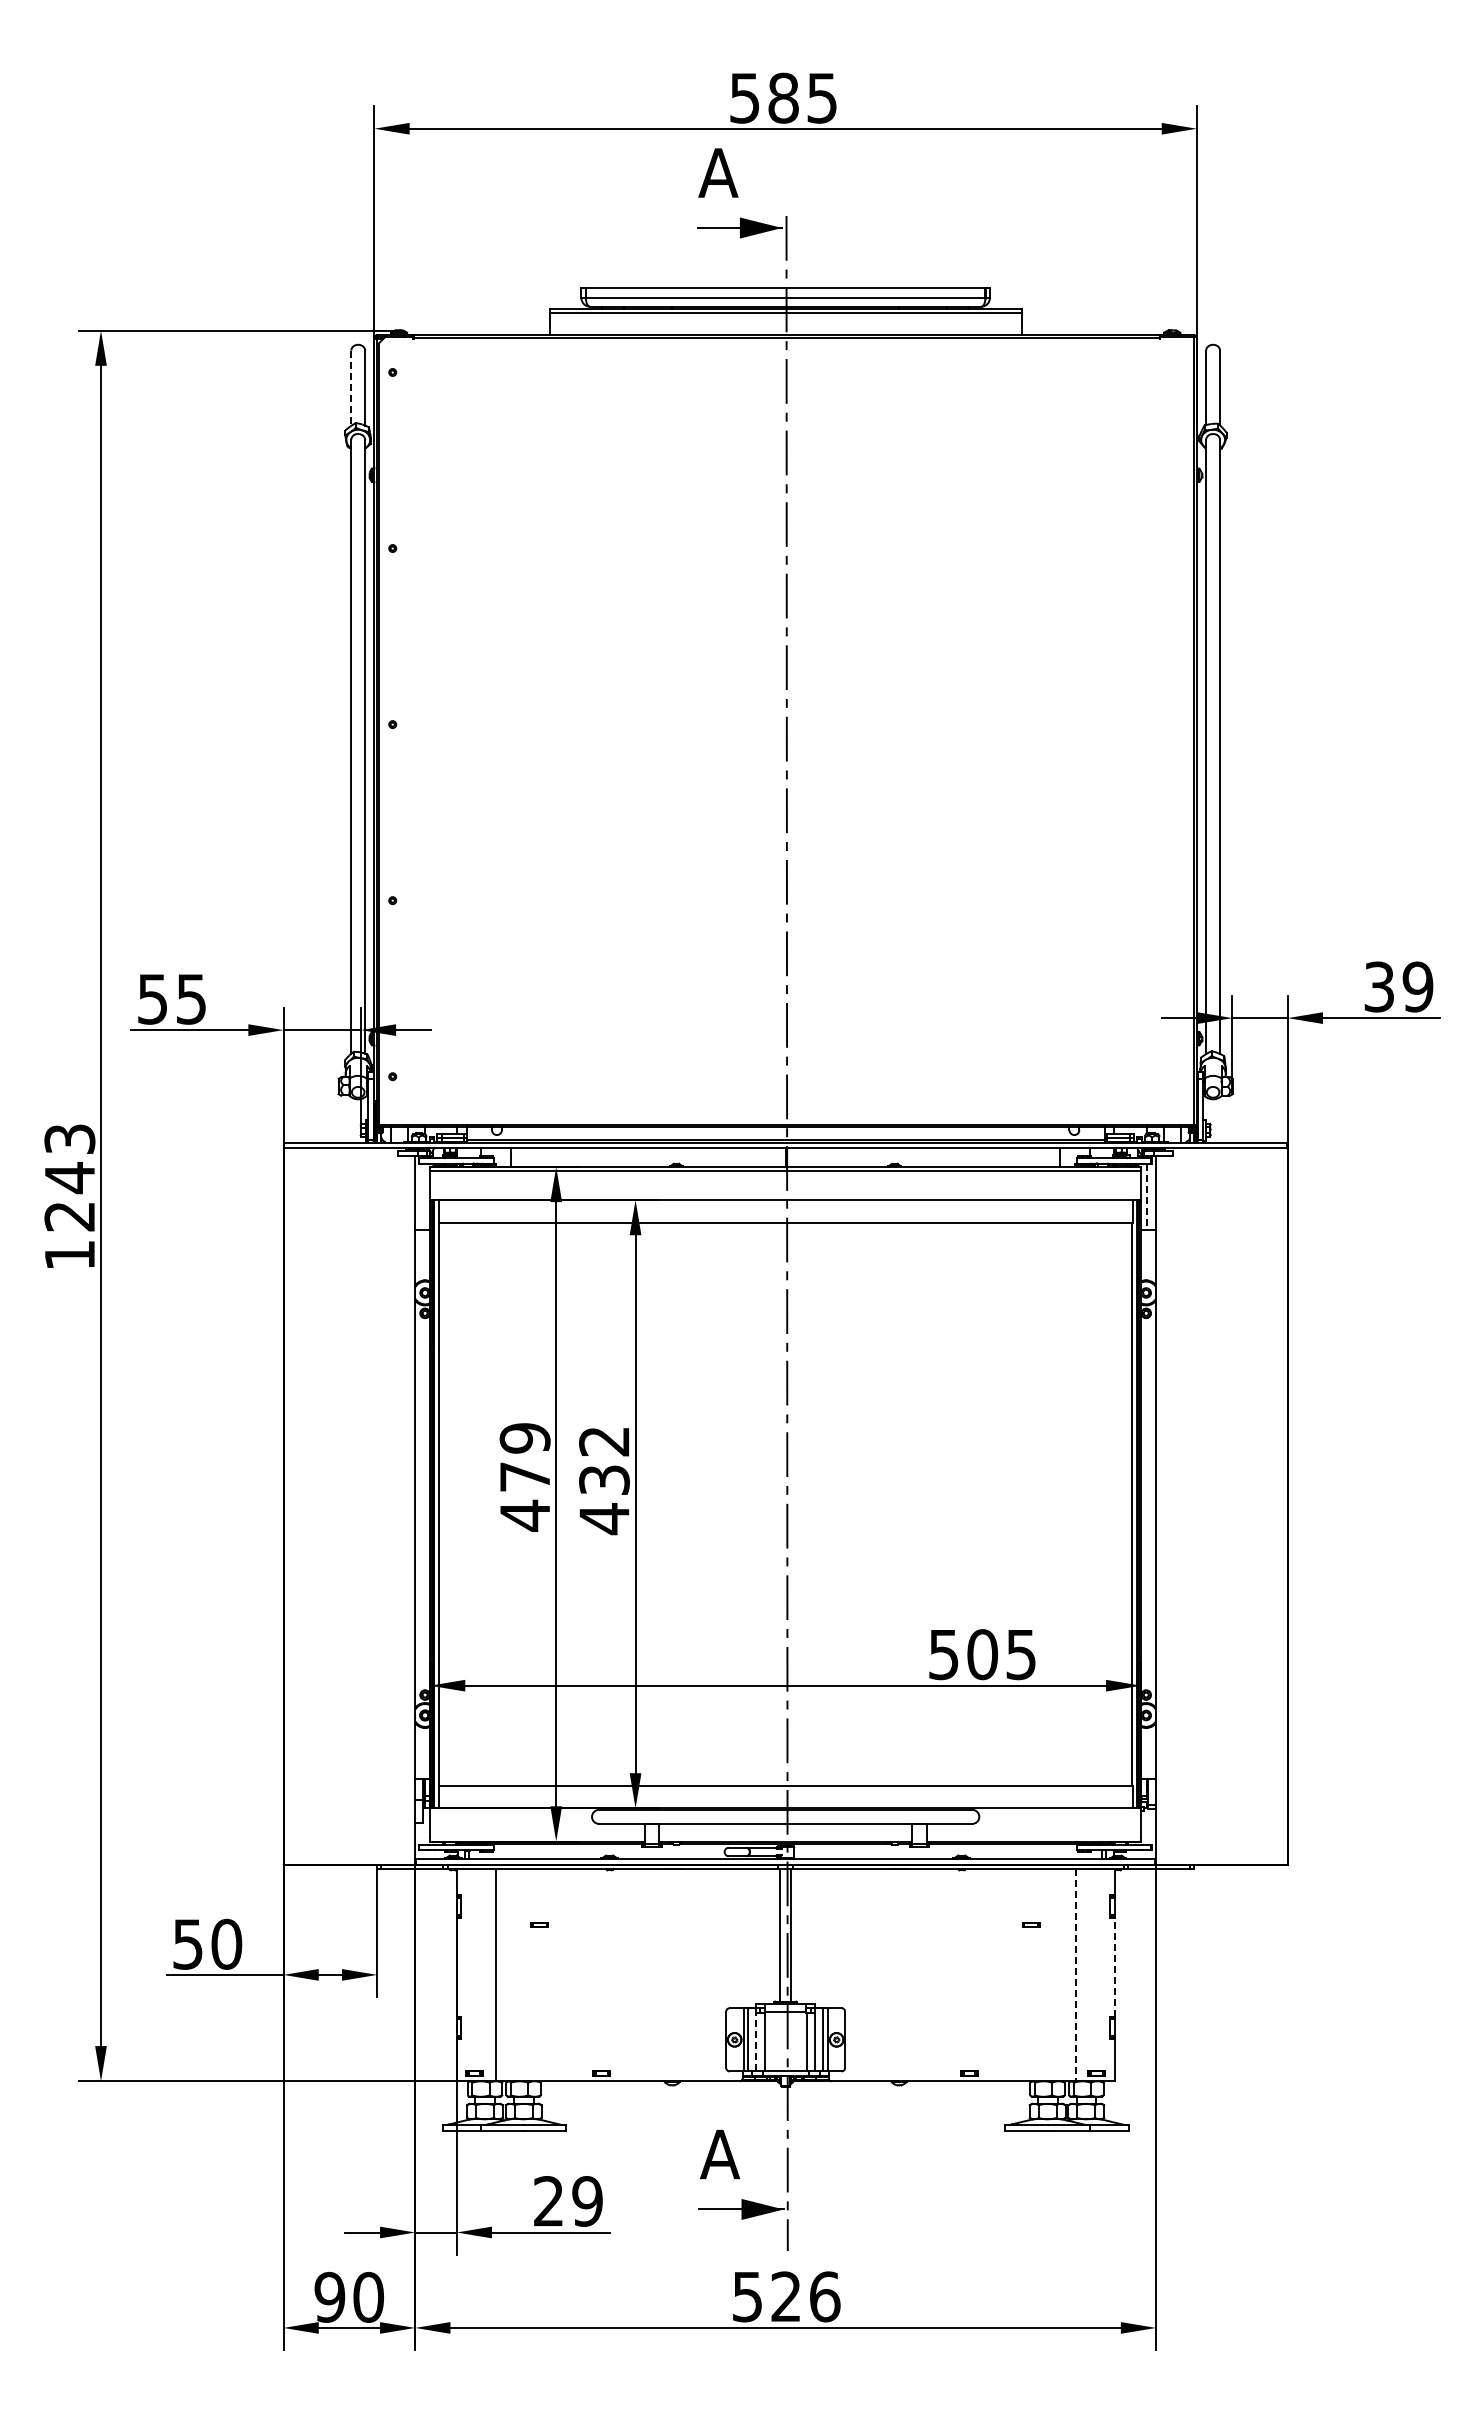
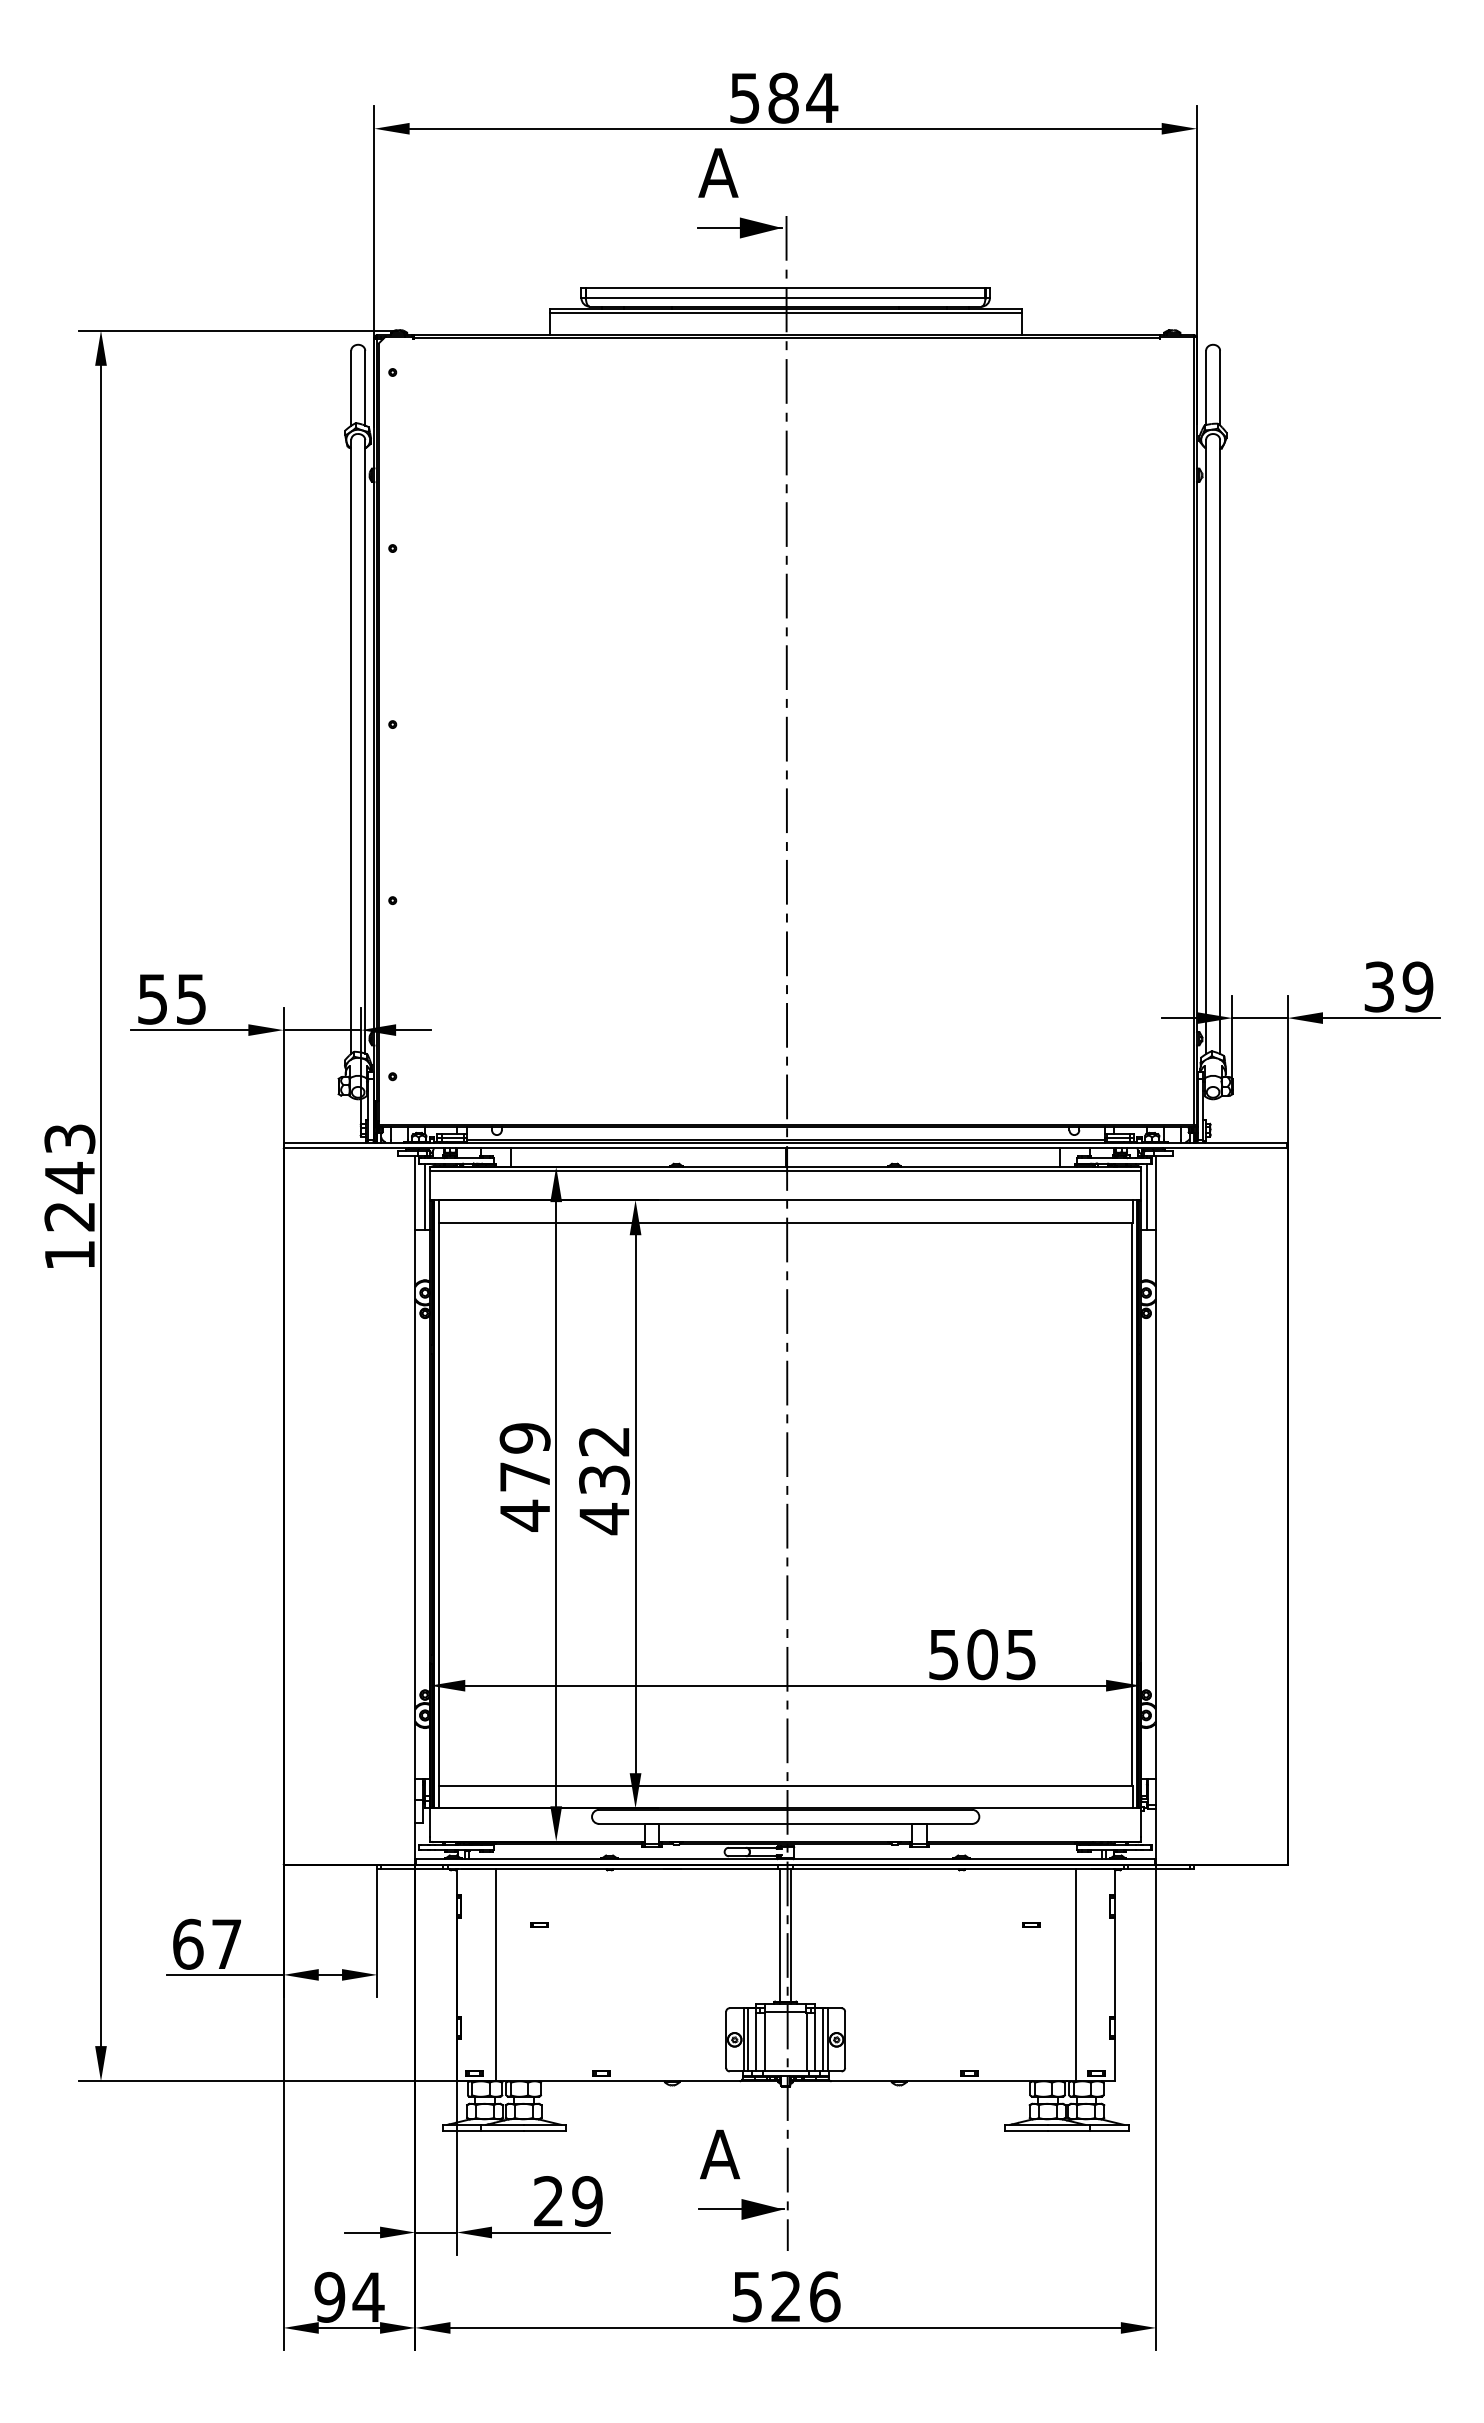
text at (822, 98): 585 -> 584
line at (351, 388): dashed -> solid
line at (424, 1196): none -> present
line at (1146, 1196): dashed -> solid
text at (207, 1943): 50 -> 67
line at (1114, 1966): dashed -> solid
line at (1075, 1975): dashed -> solid
line at (756, 2041): dashed -> solid
text at (368, 2296): 90 -> 94
